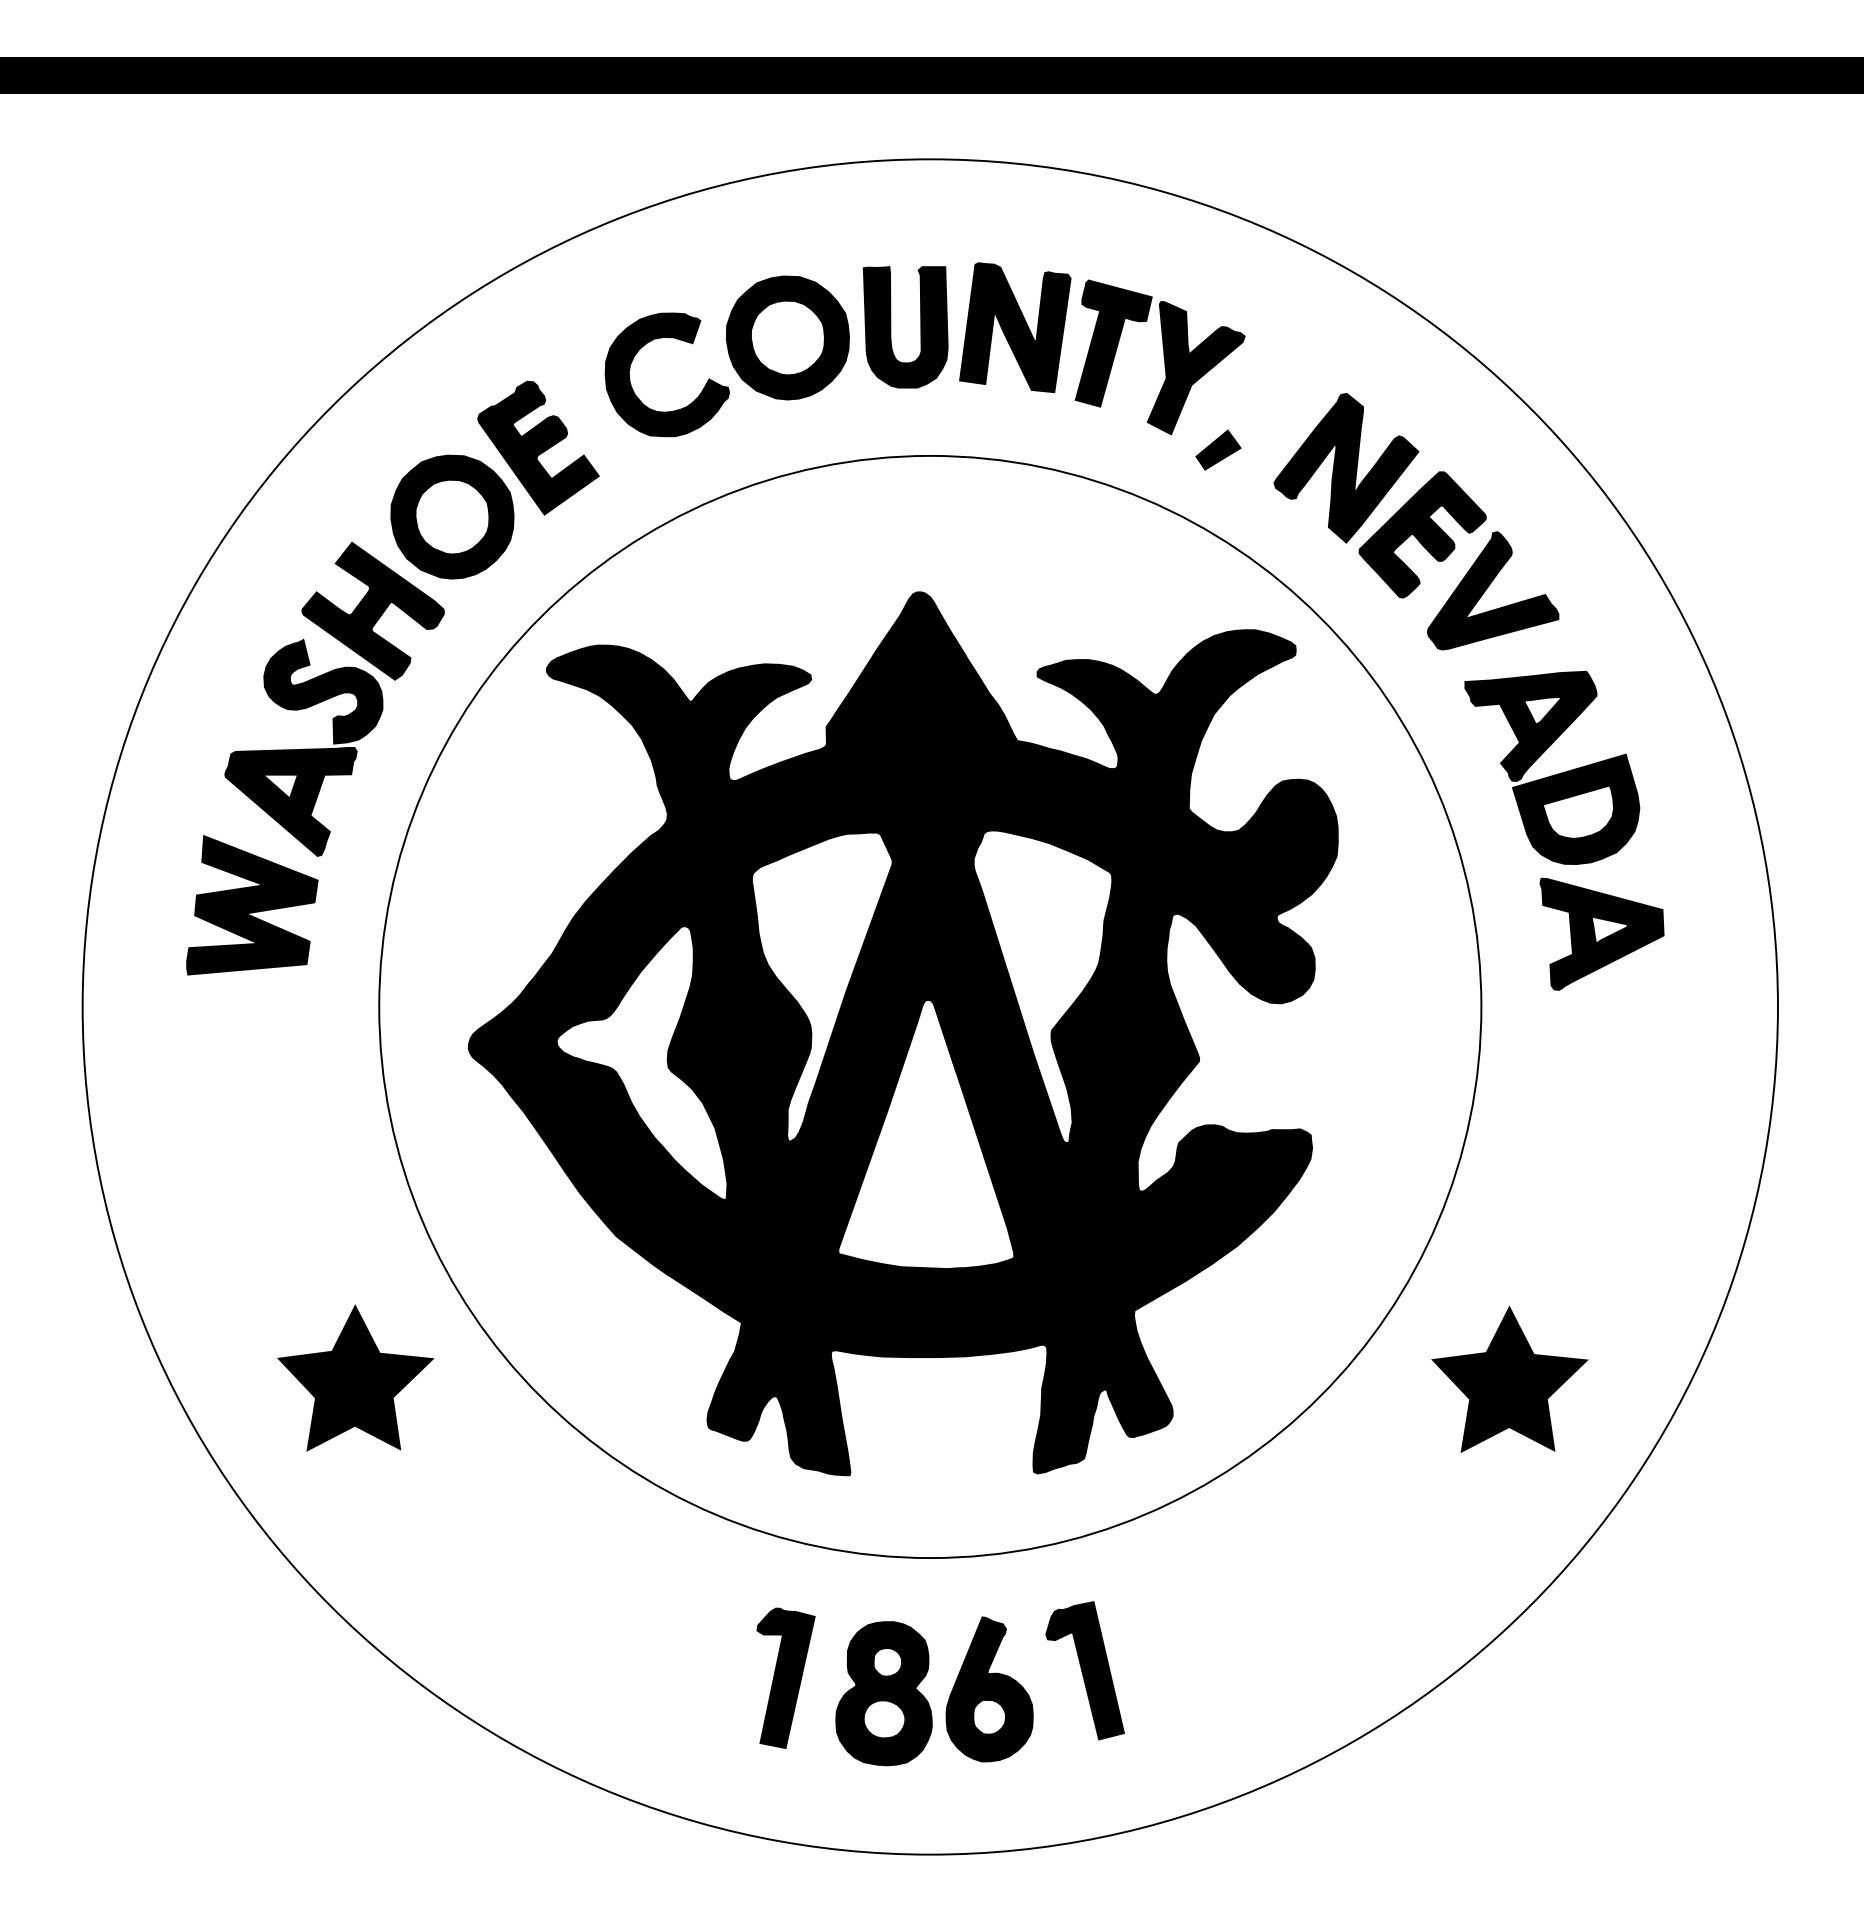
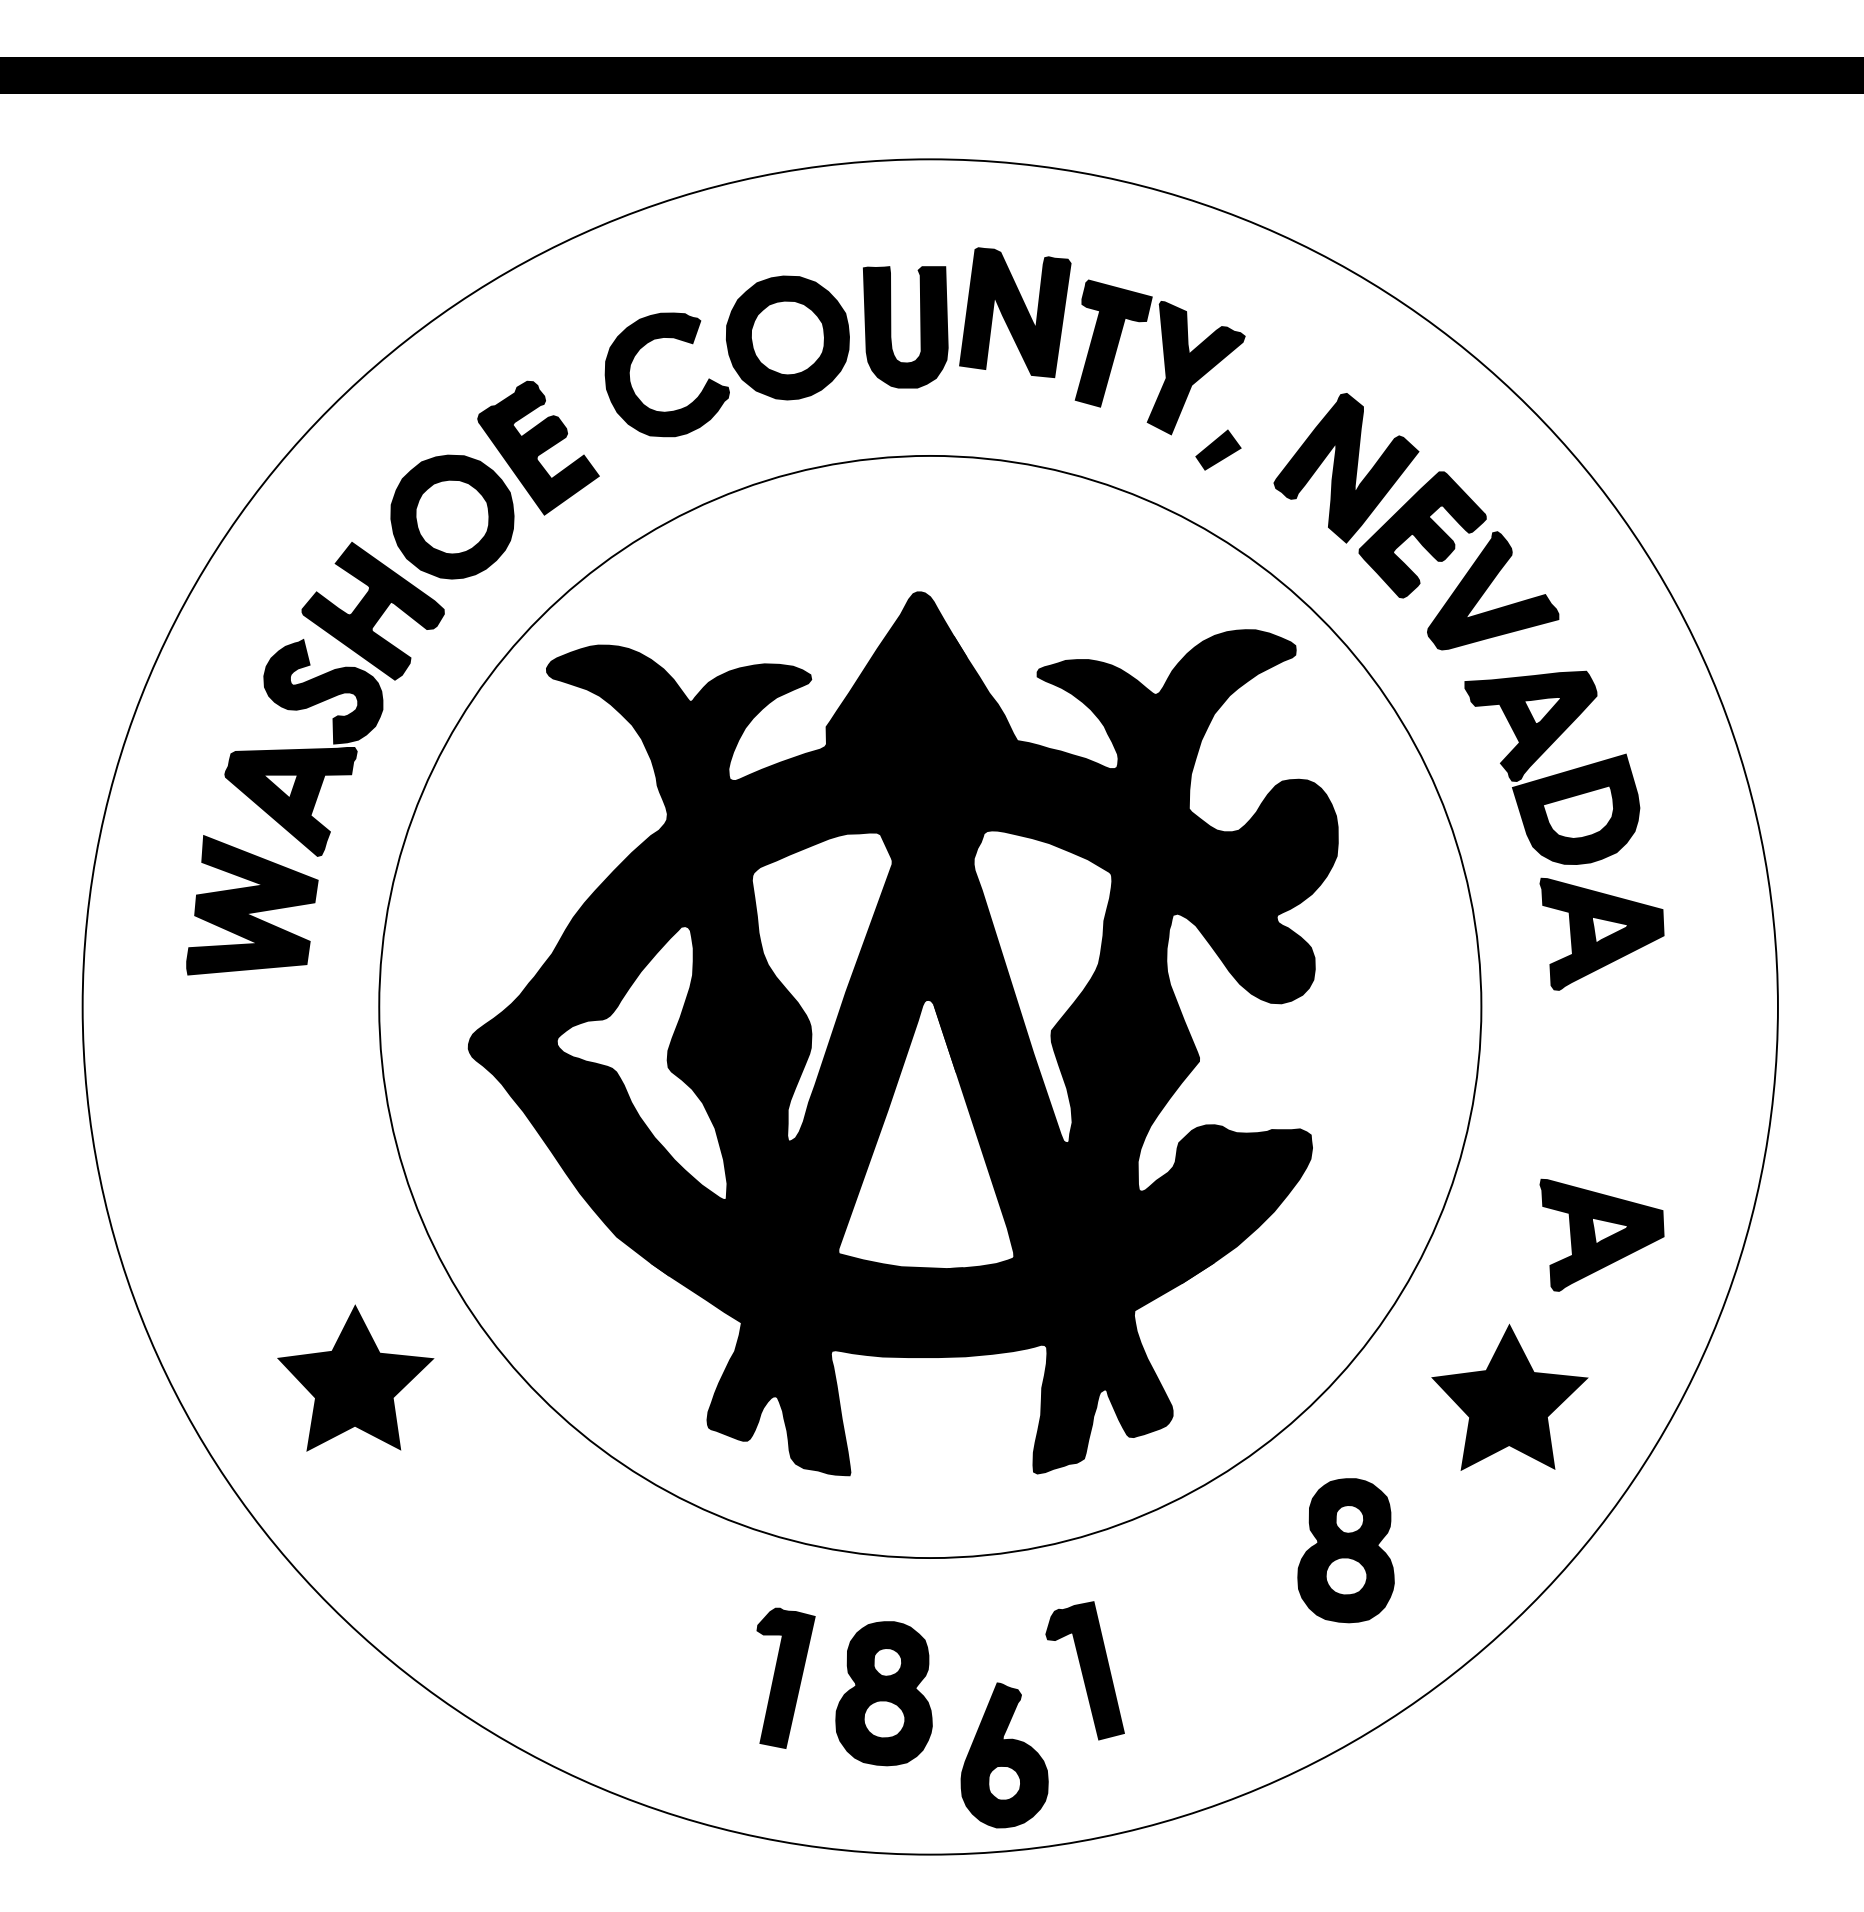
part at (1015, 327) position: (1015, 327) -> (1015, 312)
part at (1601, 1234): none -> present
part at (1509, 1378) position: (1509, 1378) -> (1509, 1396)
part at (1345, 1550): none -> present
part at (989, 1689) position: (989, 1689) -> (1004, 1755)
